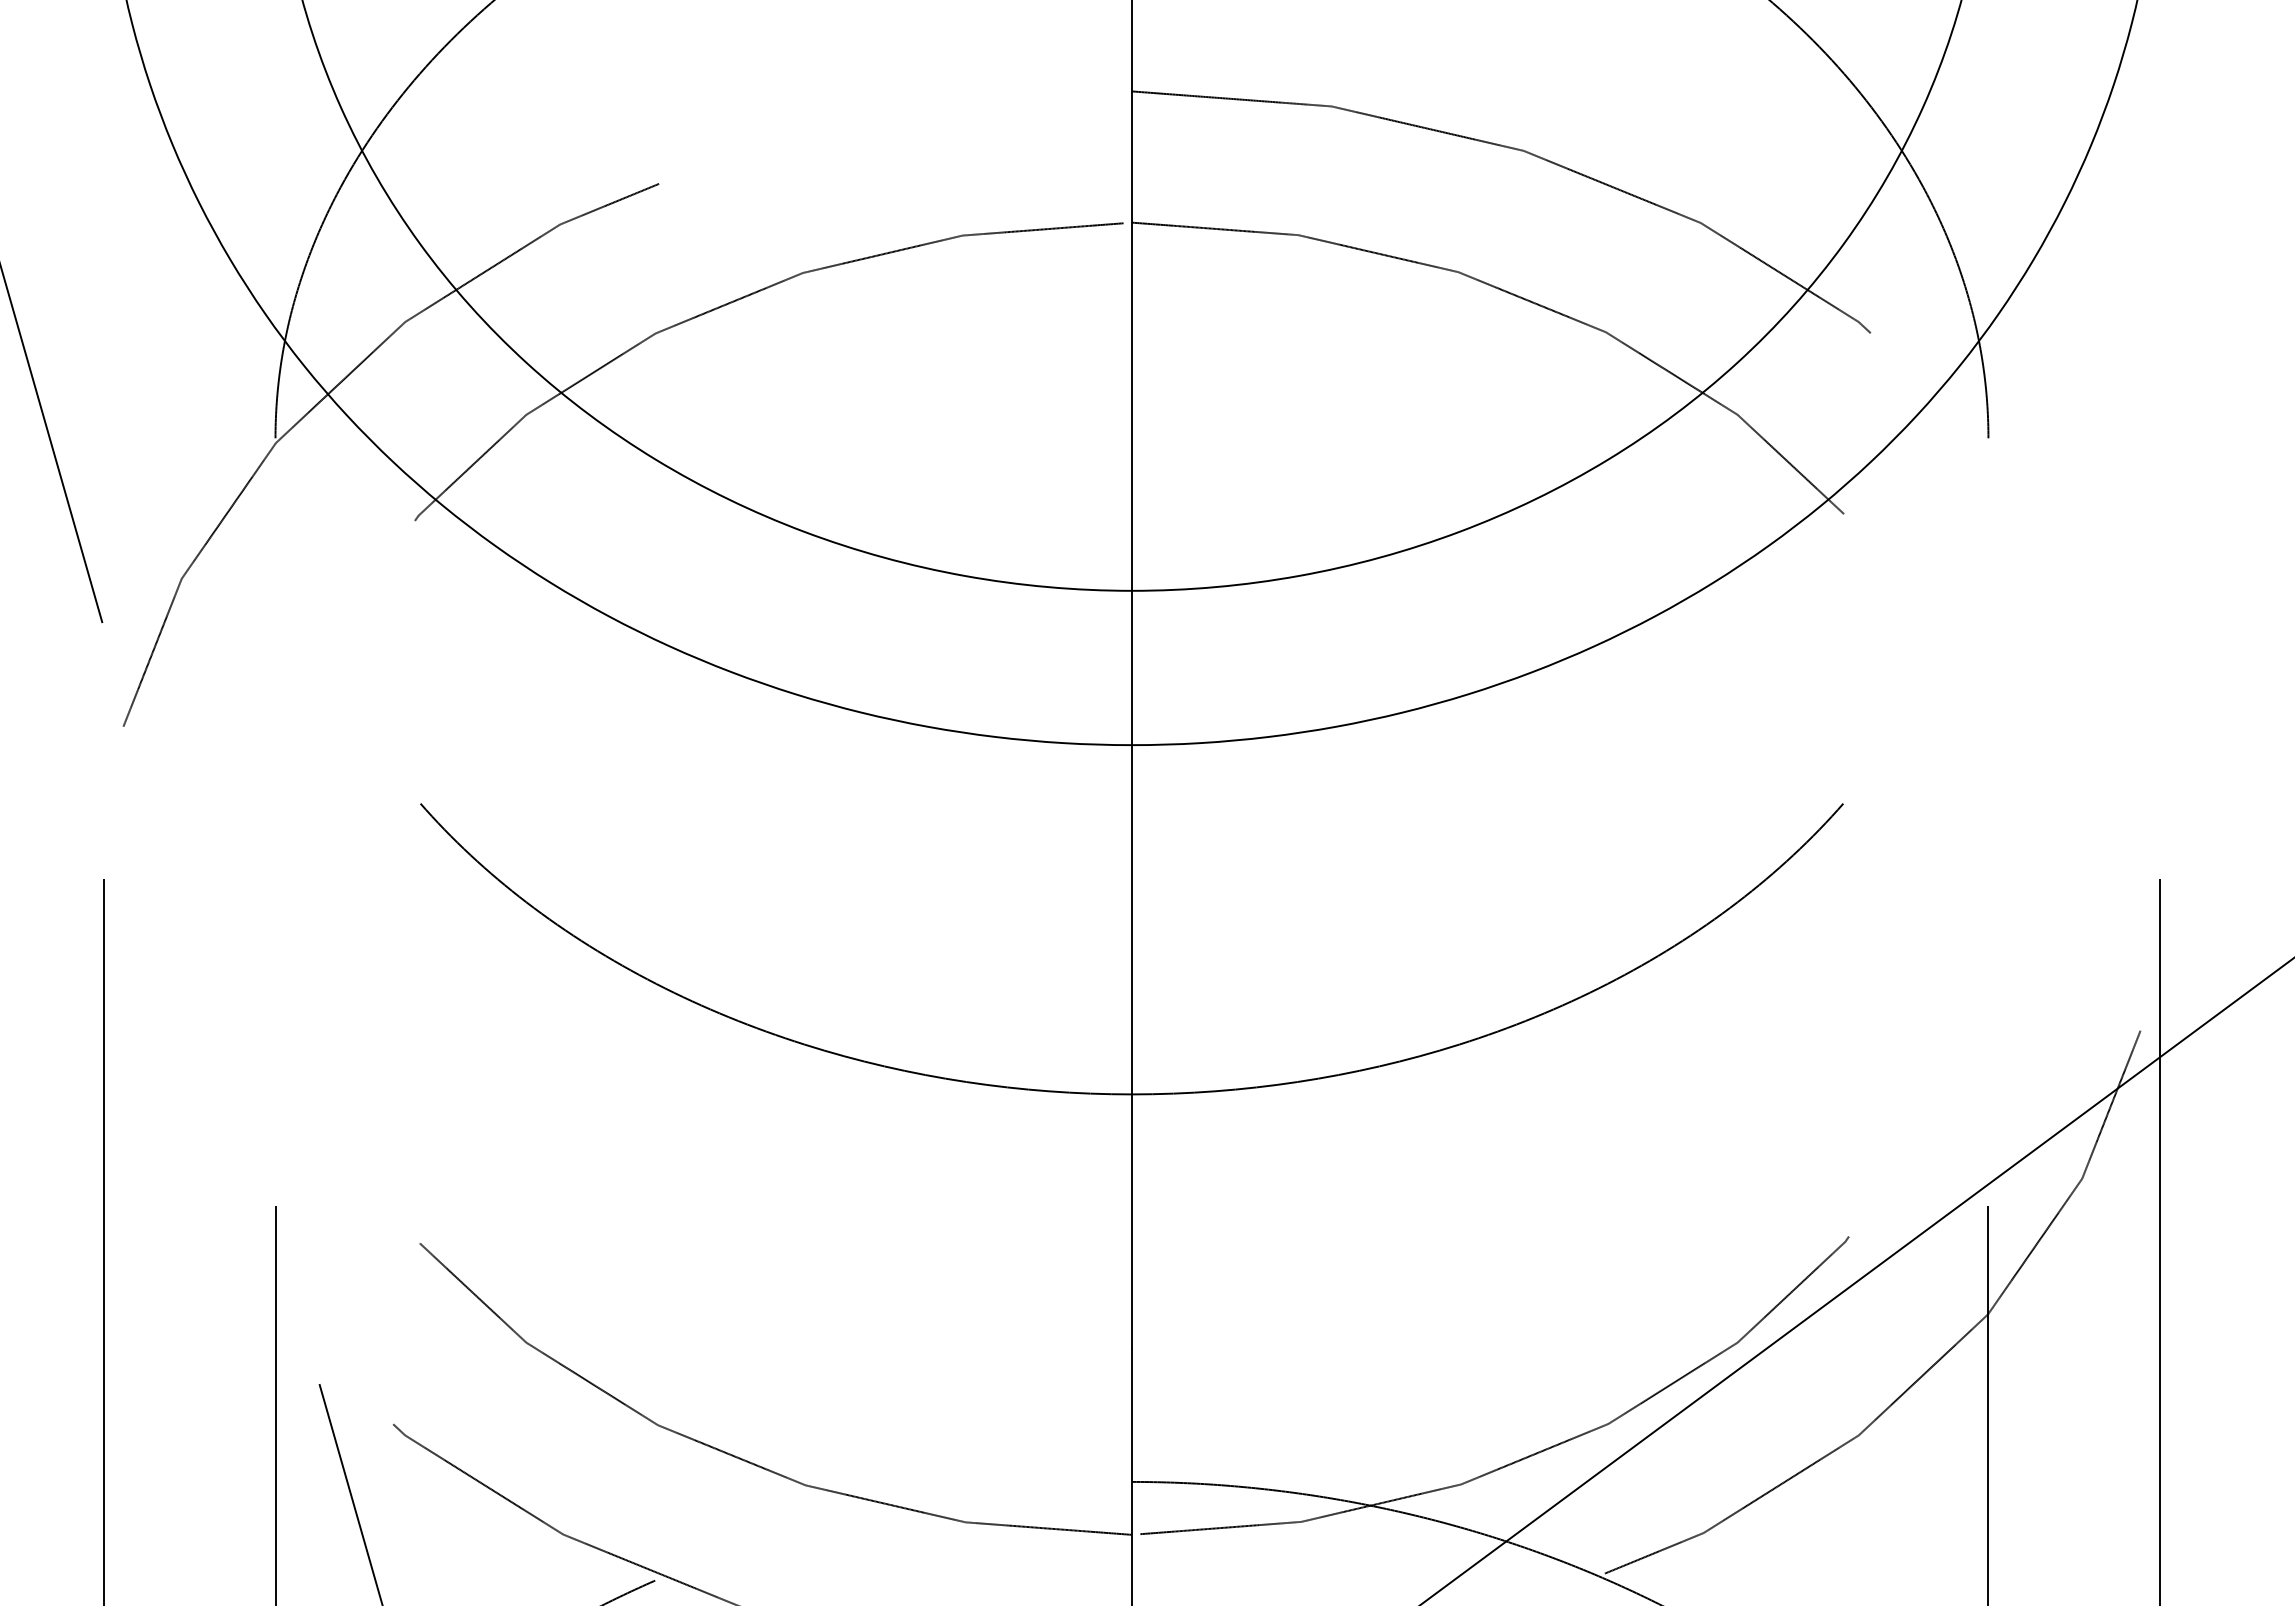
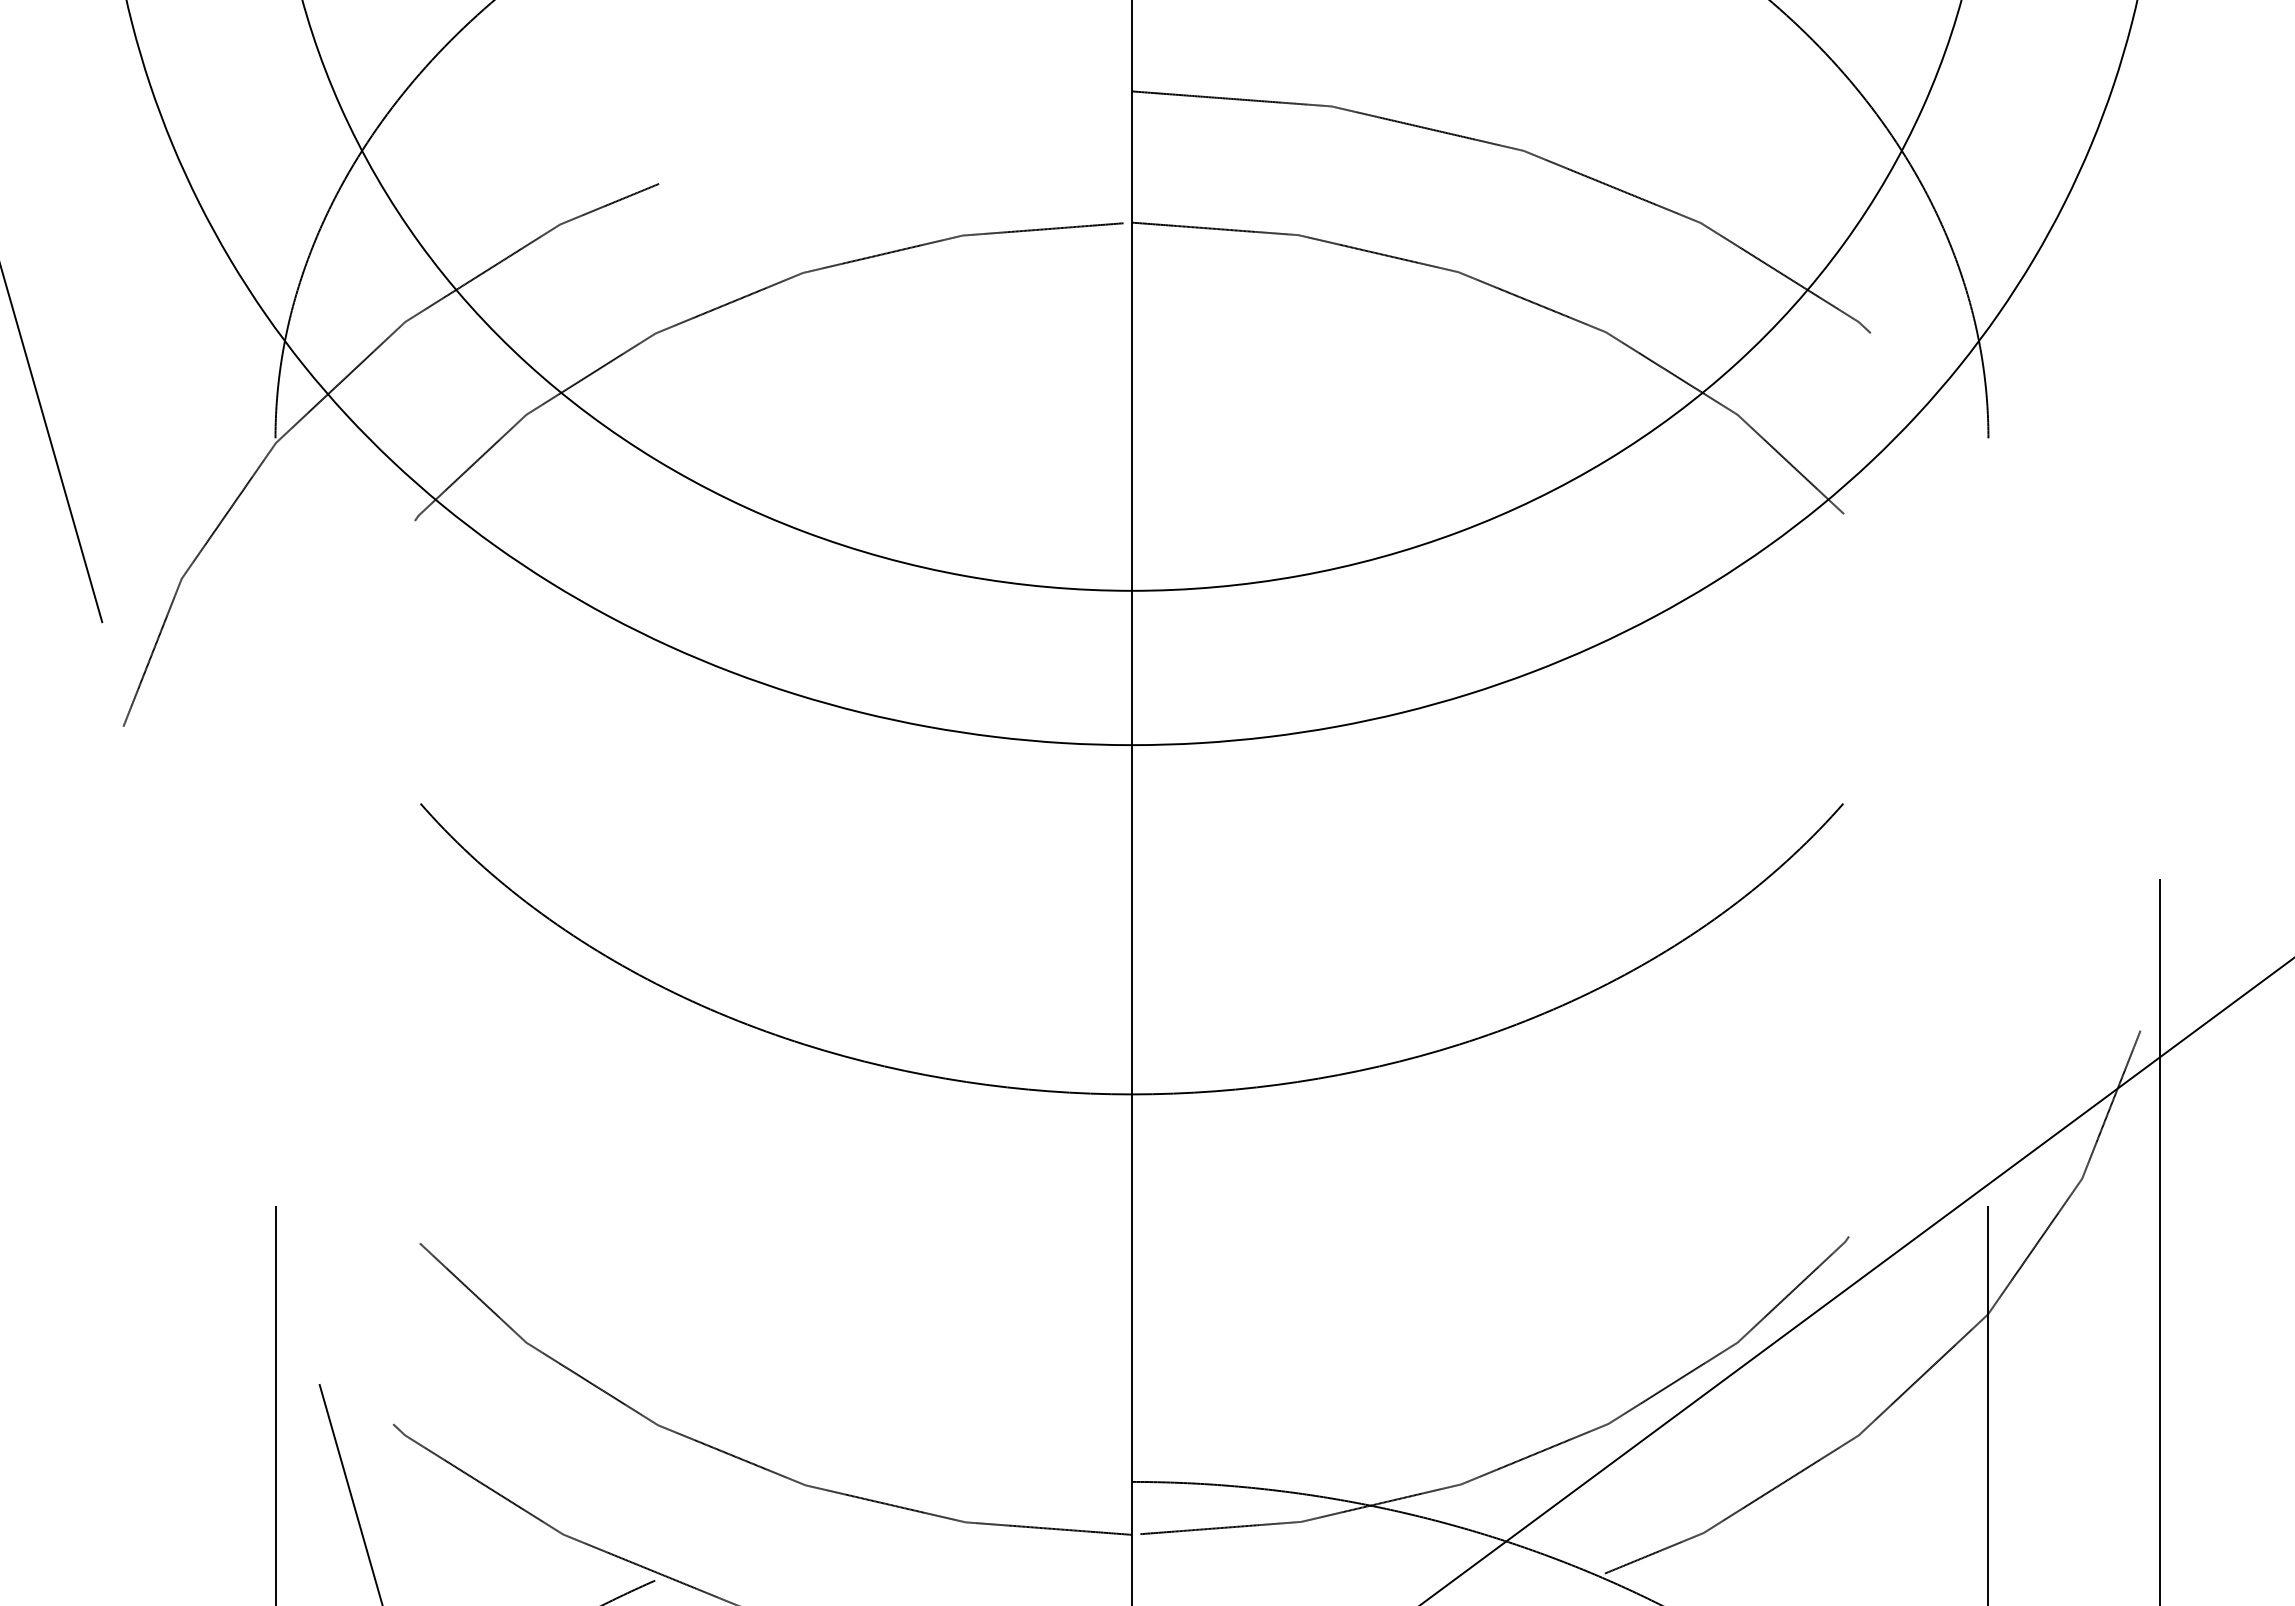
line at (104, 1240): present -> none
